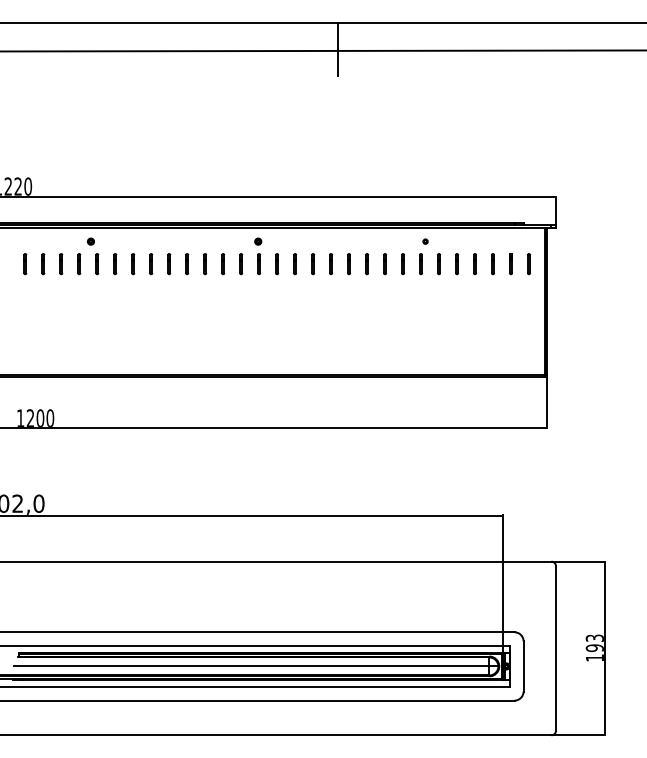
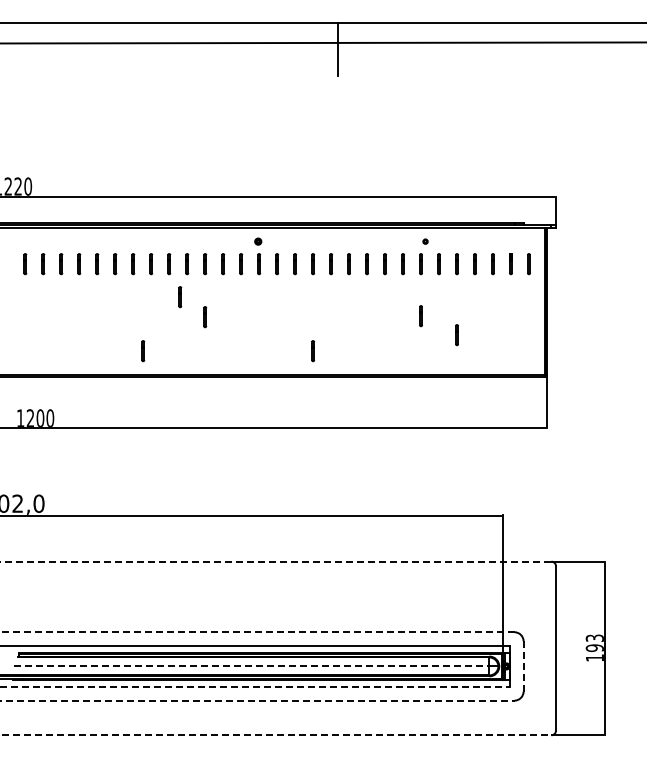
line at (322, 50) position: (322, 50) -> (322, 42)
part at (90, 241): present -> none
line at (180, 297): none -> present
line at (420, 316): none -> present
line at (205, 317): none -> present
line at (456, 335): none -> present
line at (143, 351): none -> present
line at (313, 351): none -> present
line at (275, 561): solid -> dashed
line at (257, 632): solid -> dashed
line at (523, 665): solid -> dashed
line at (251, 666): solid -> dashed
line at (255, 687): solid -> dashed
line at (257, 700): solid -> dashed
line at (276, 735): solid -> dashed
